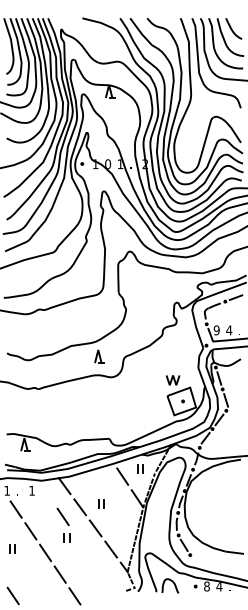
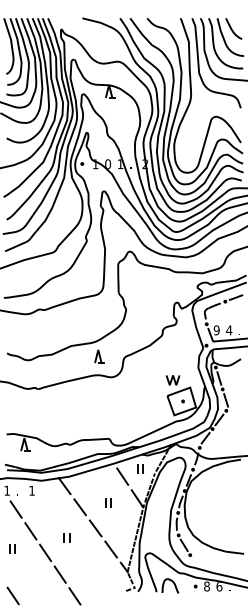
part at (101, 503) position: (101, 503) -> (108, 502)
line at (62, 516): present -> none
text at (219, 586): 4 -> 6
